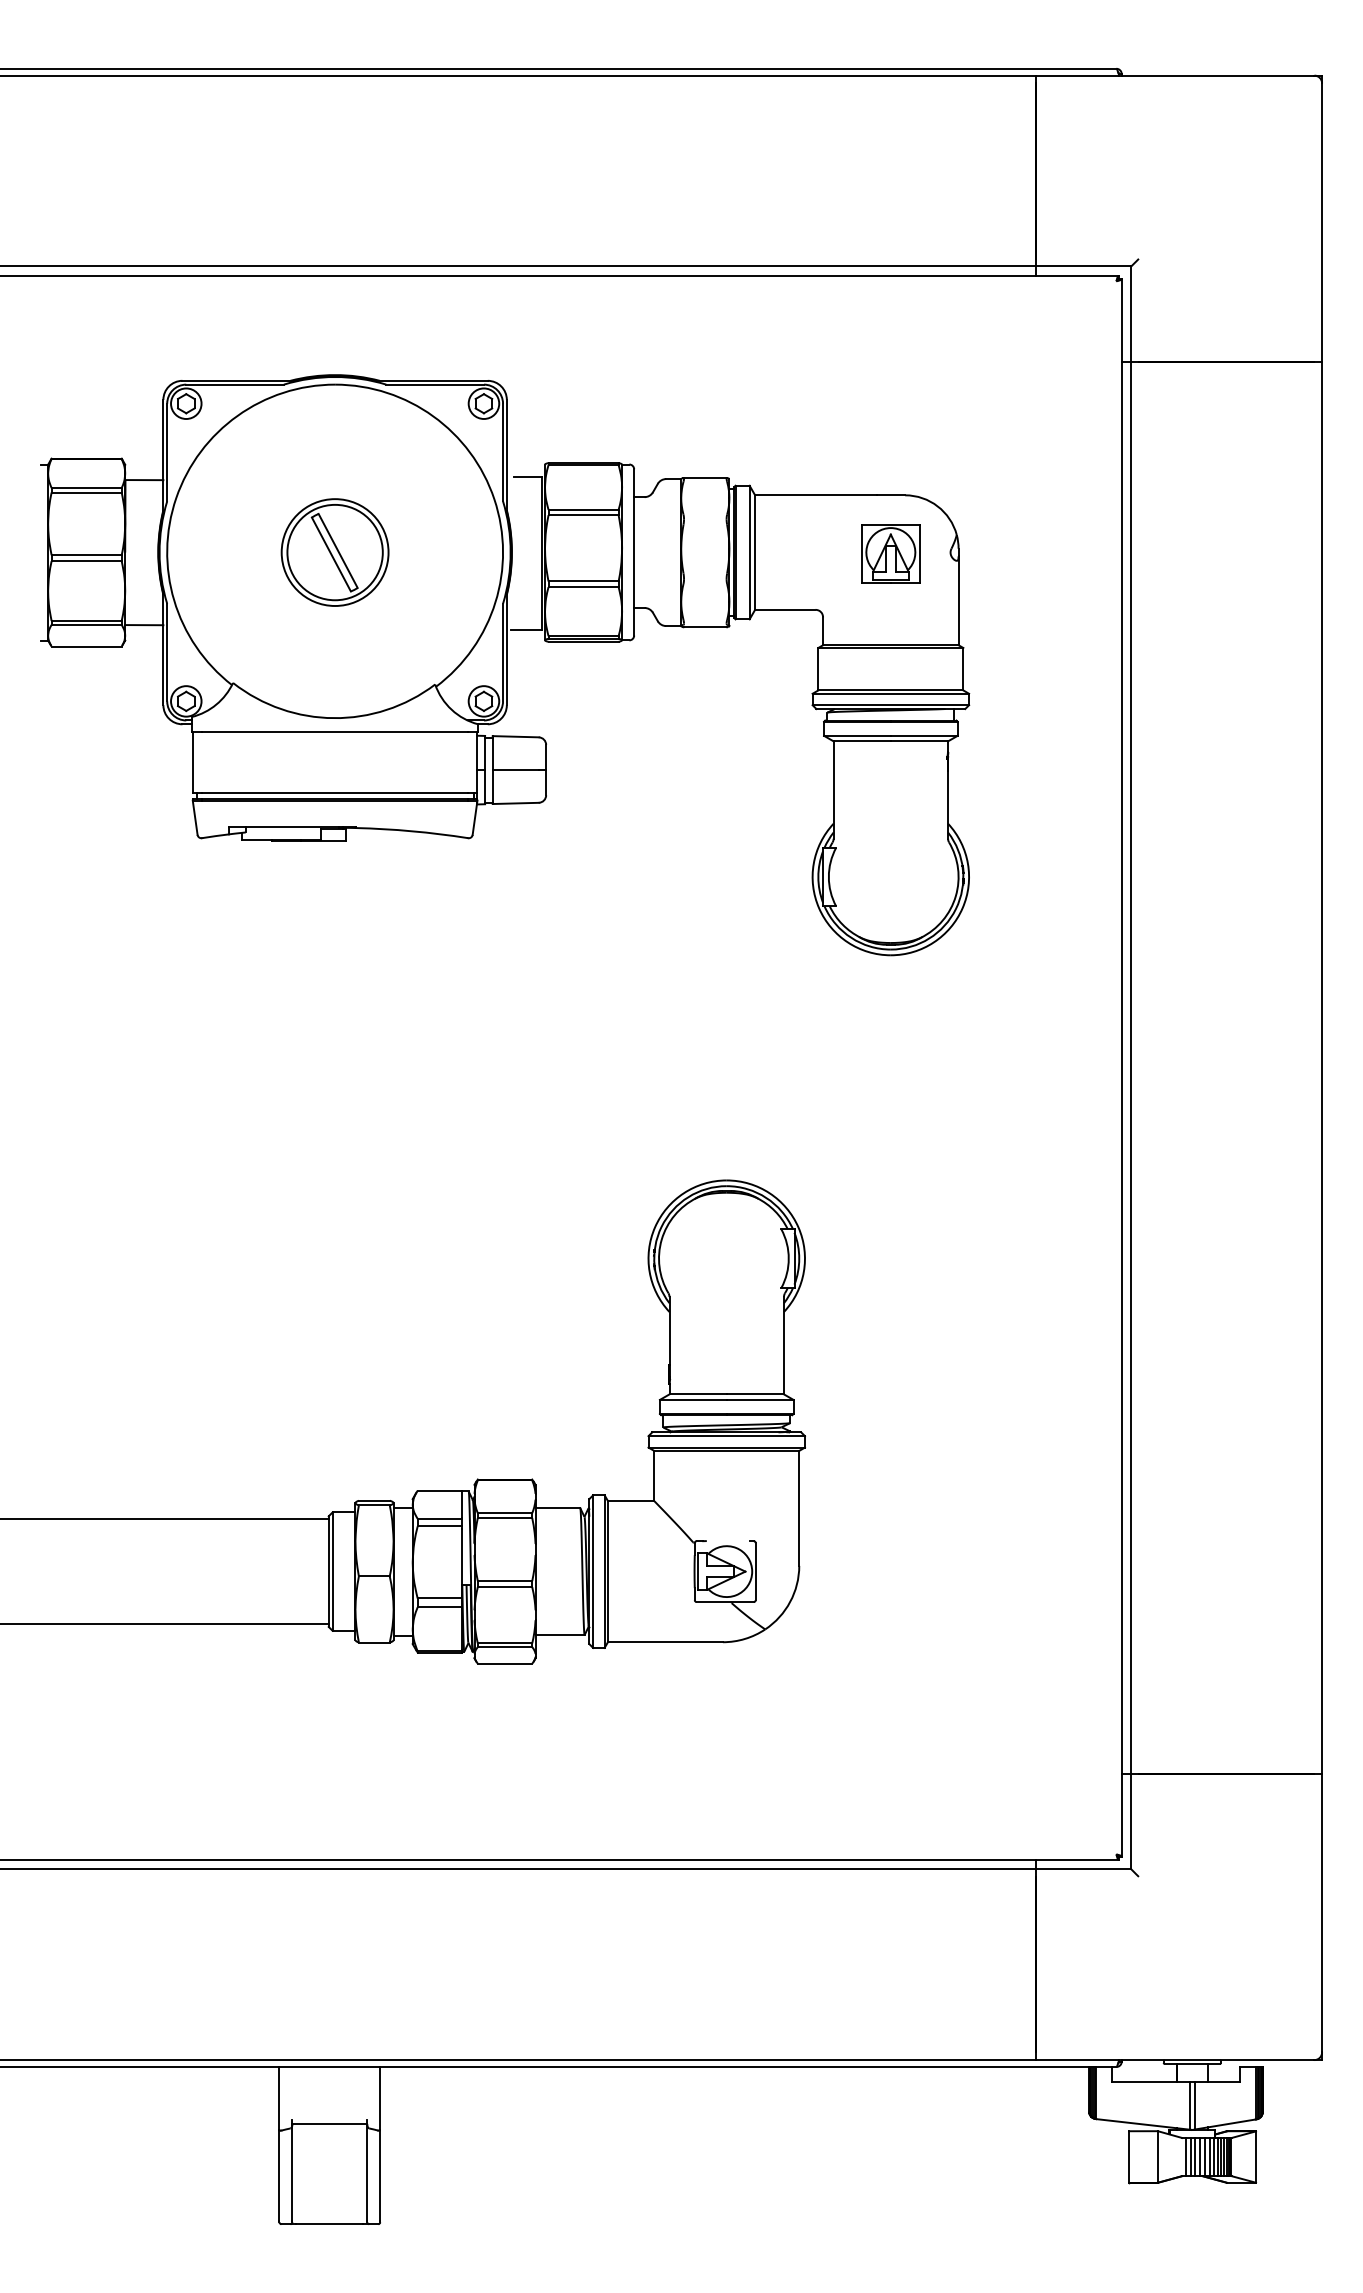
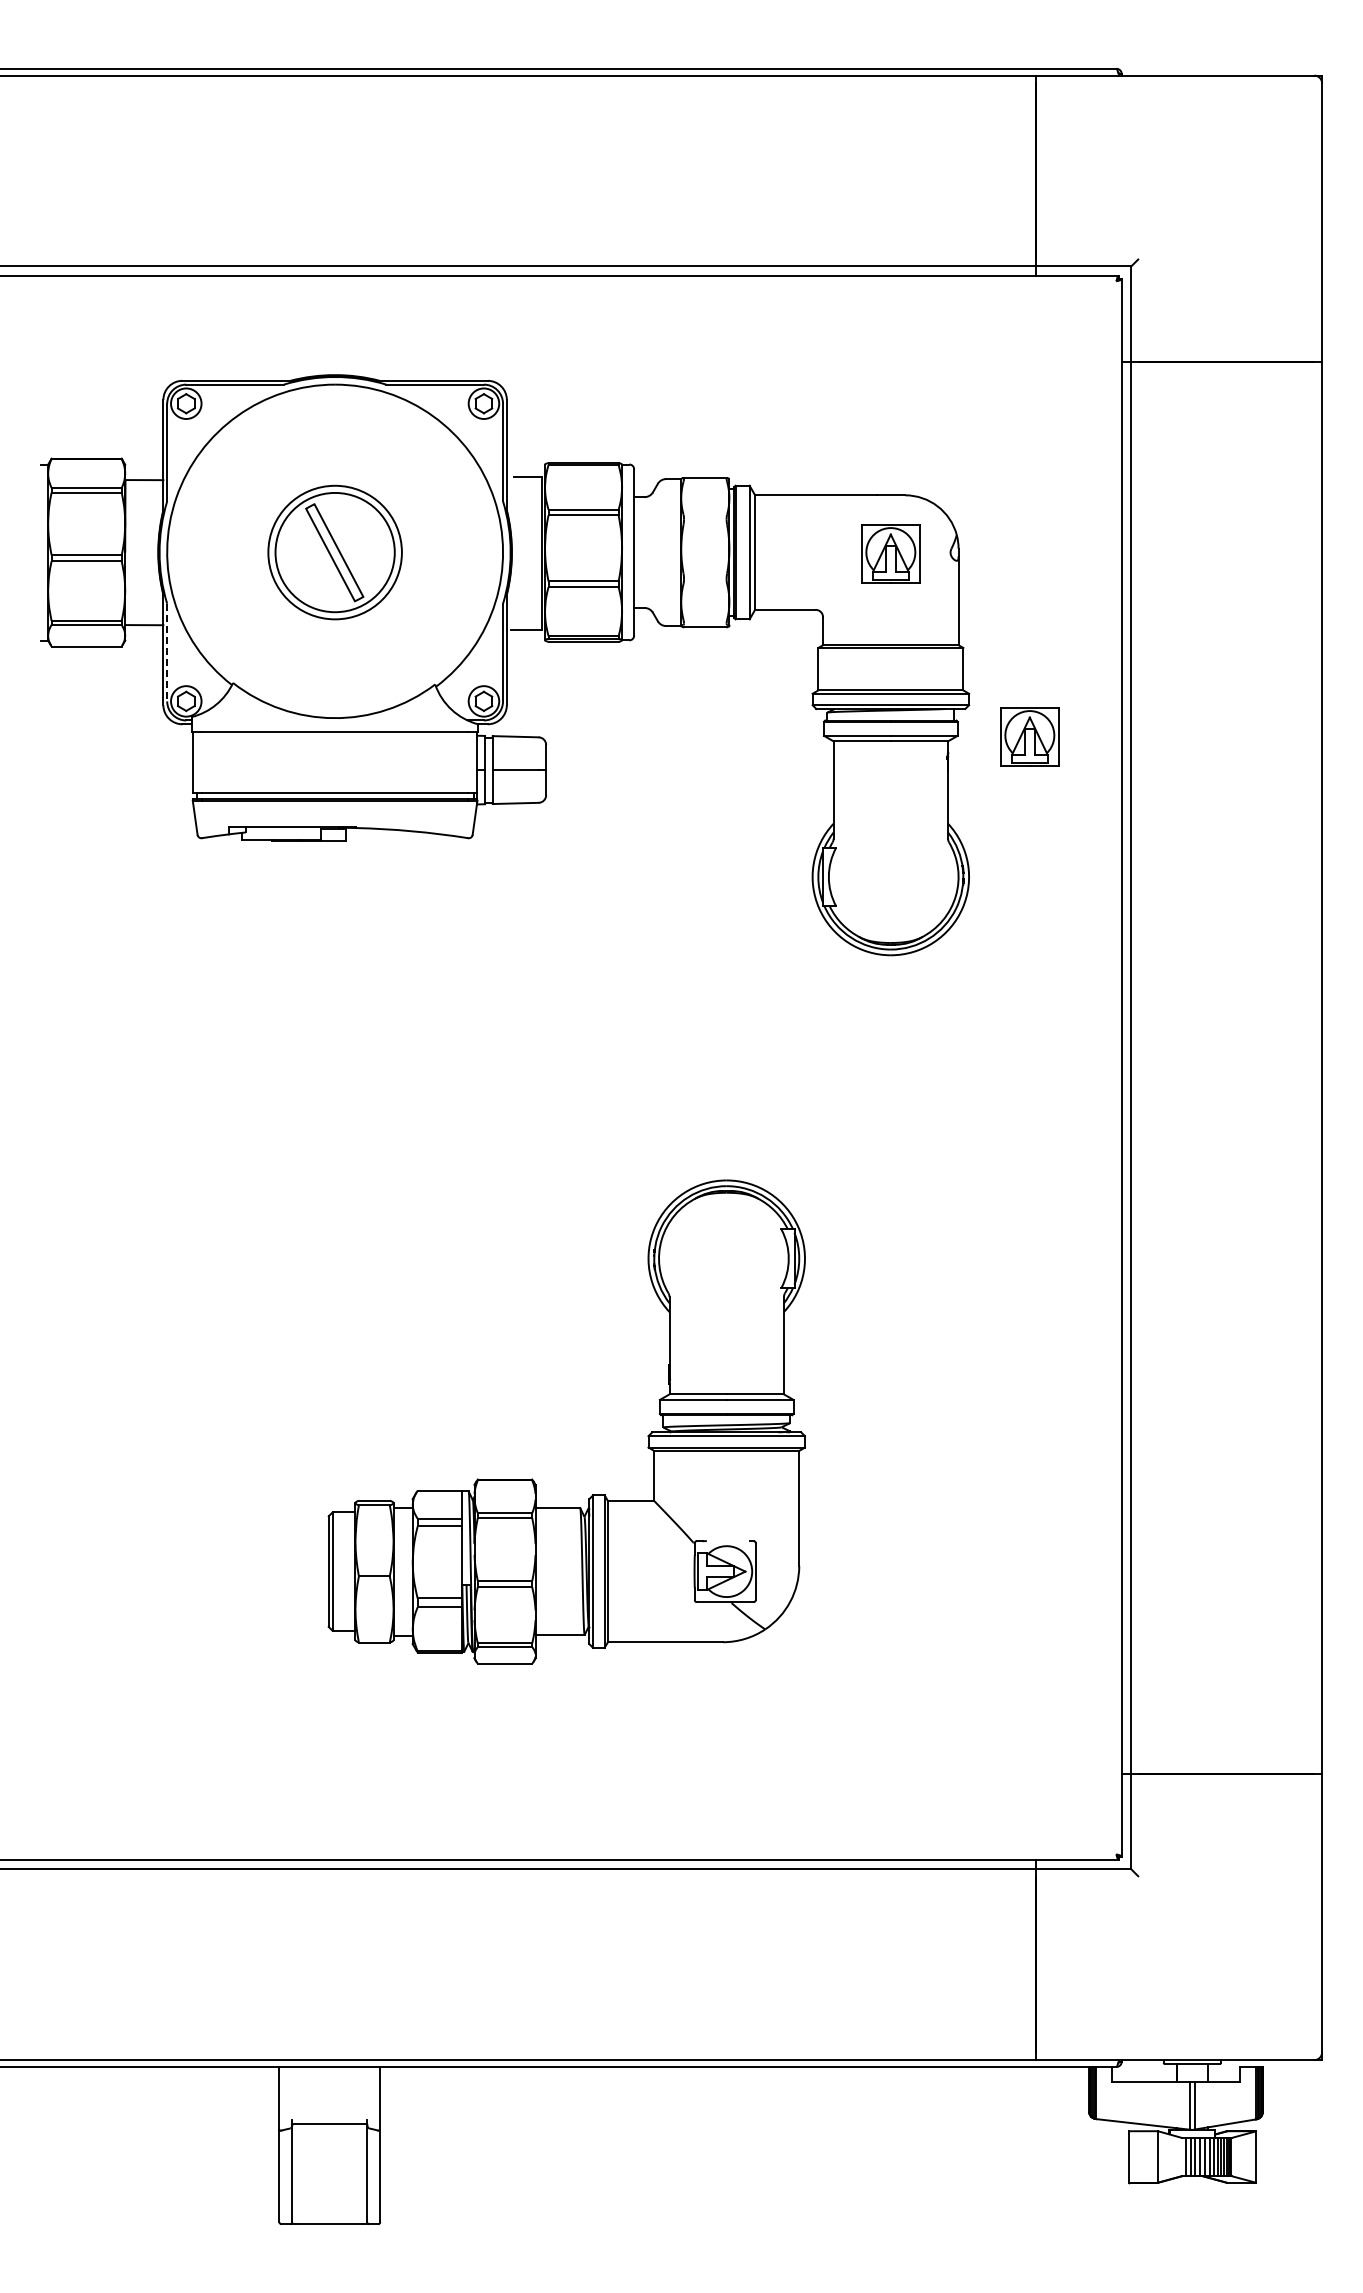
part at (334, 552) size: 110x109 px -> 136x137 px
line at (167, 652): solid -> dashed
part at (1029, 736): none -> present
line at (165, 1518): present -> none
line at (165, 1624): present -> none
